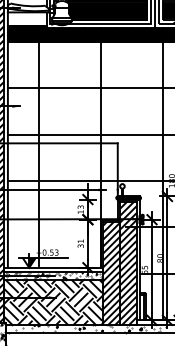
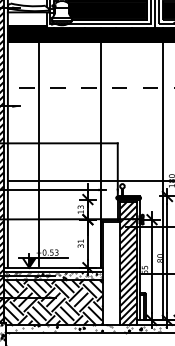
line at (90, 88): solid -> dashed
line at (89, 134): present -> none
hatch at (111, 273): present -> none
